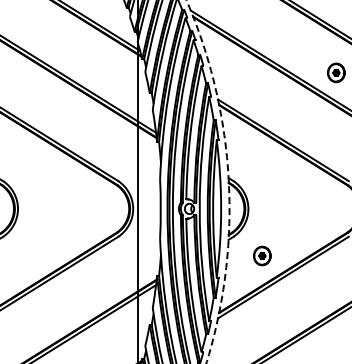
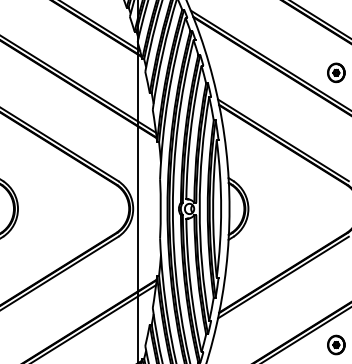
arc at (228, 179): dashed -> solid
part at (262, 255) position: (262, 255) -> (336, 344)
